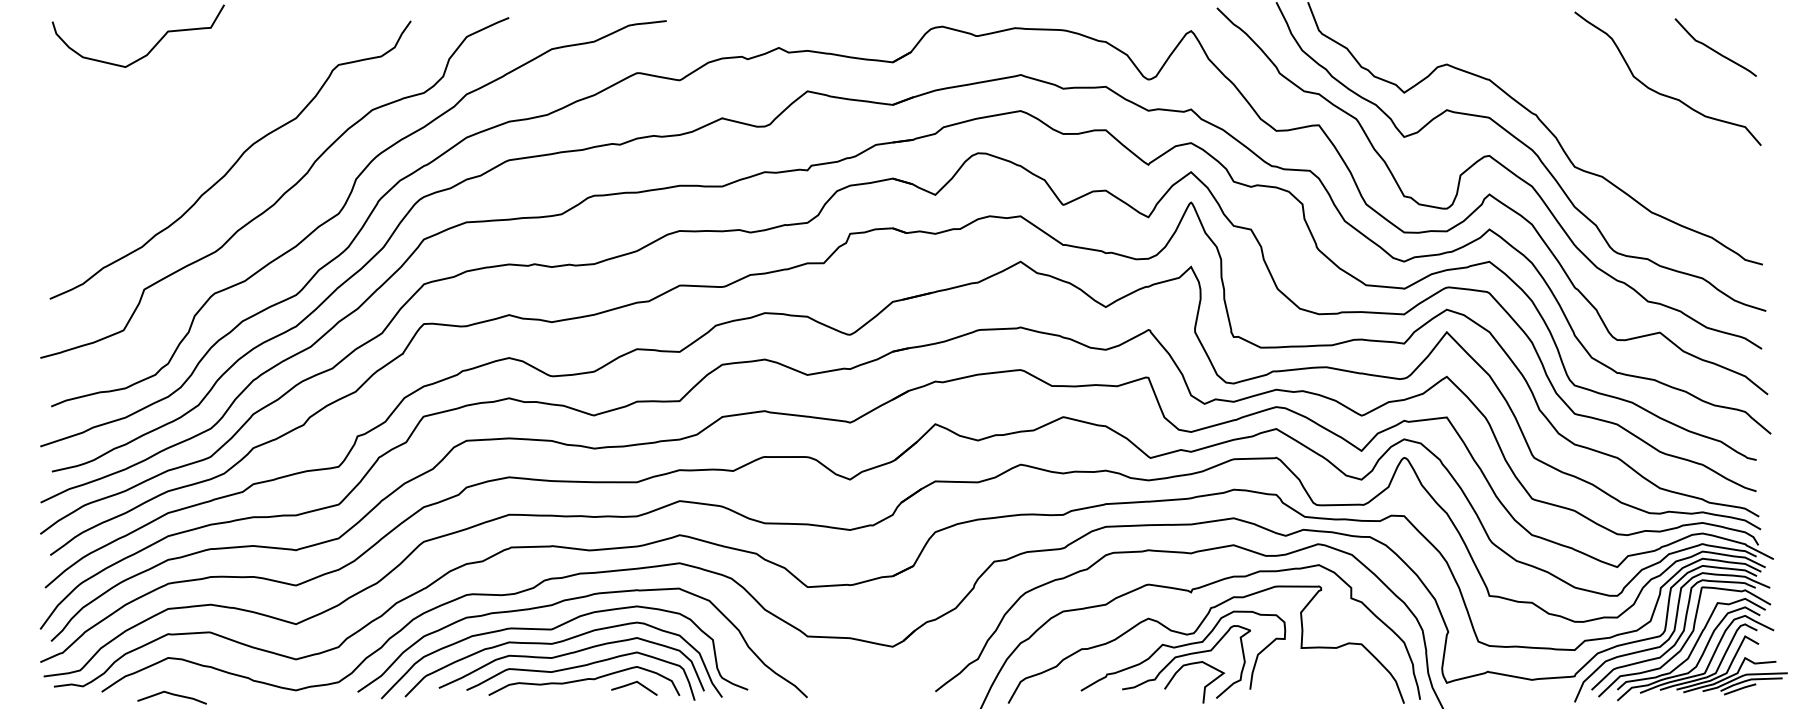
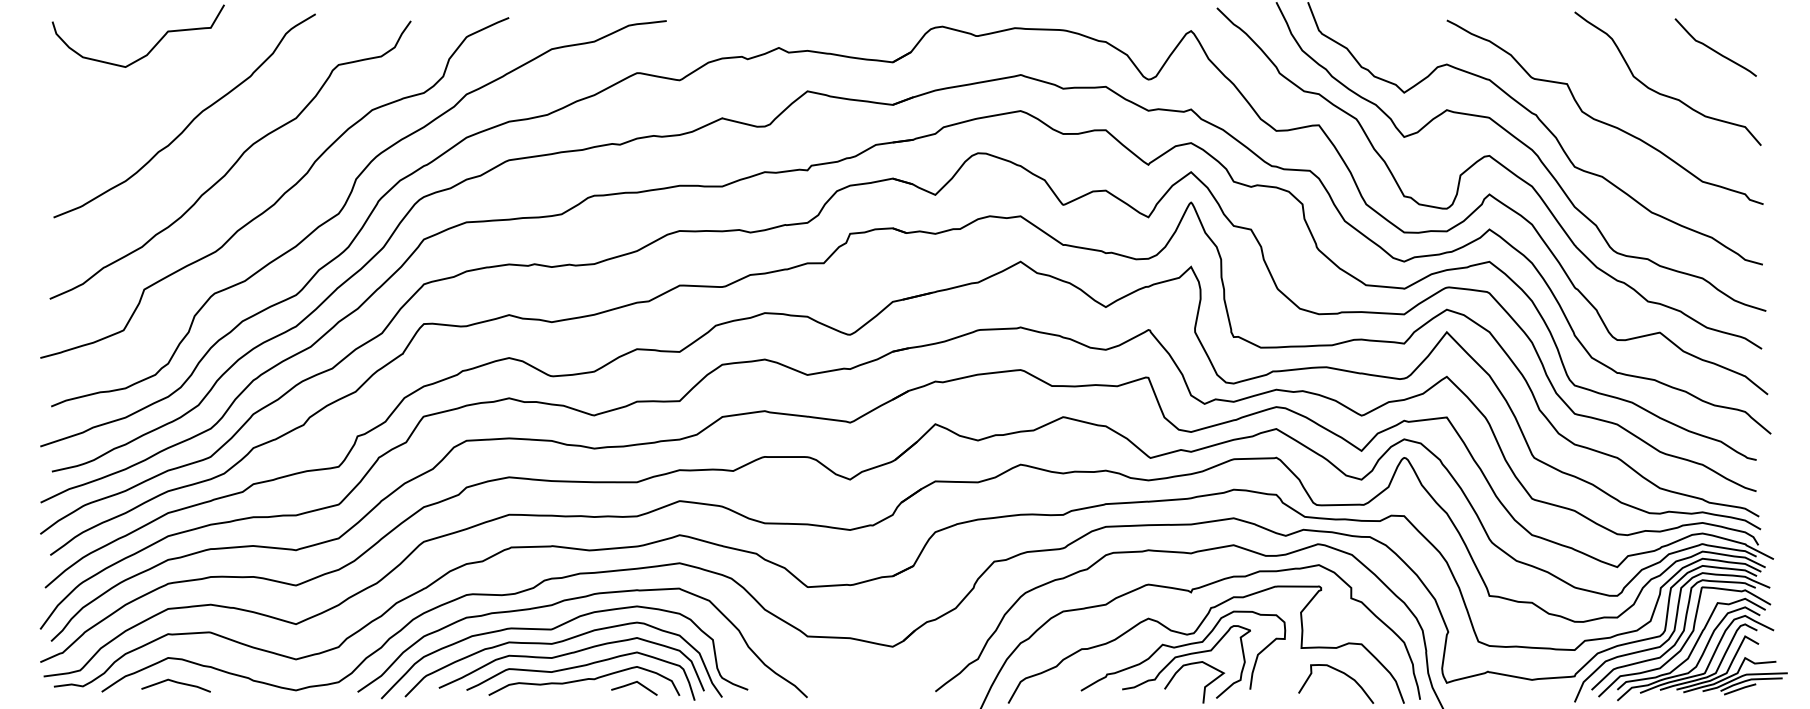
curve at (1600, 120): none -> present
curve at (190, 121): none -> present
curve at (1339, 672): none -> present
curve at (172, 695) position: (172, 695) -> (176, 683)
